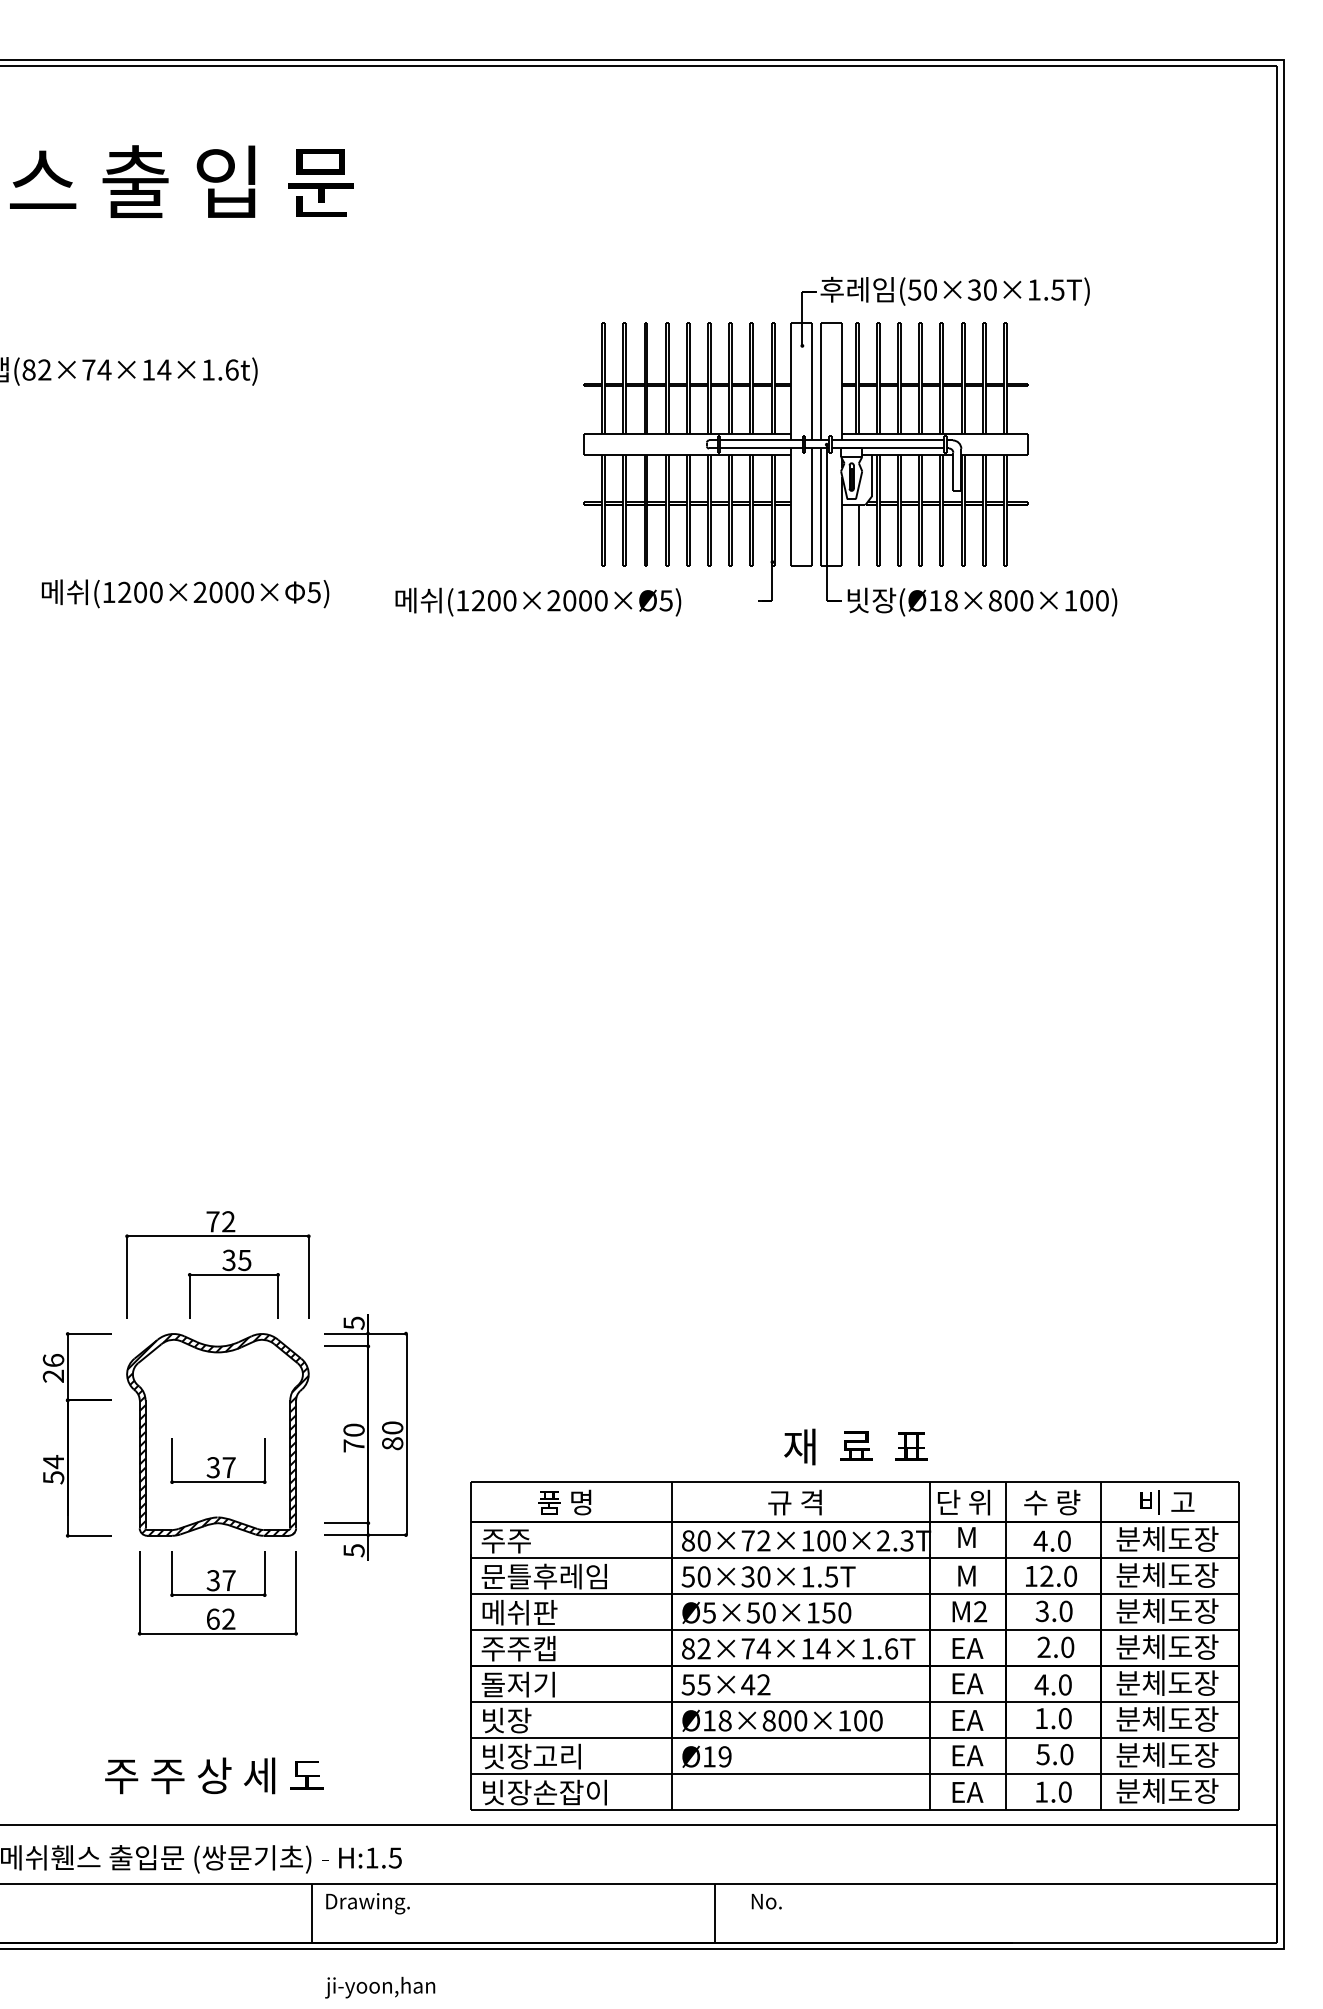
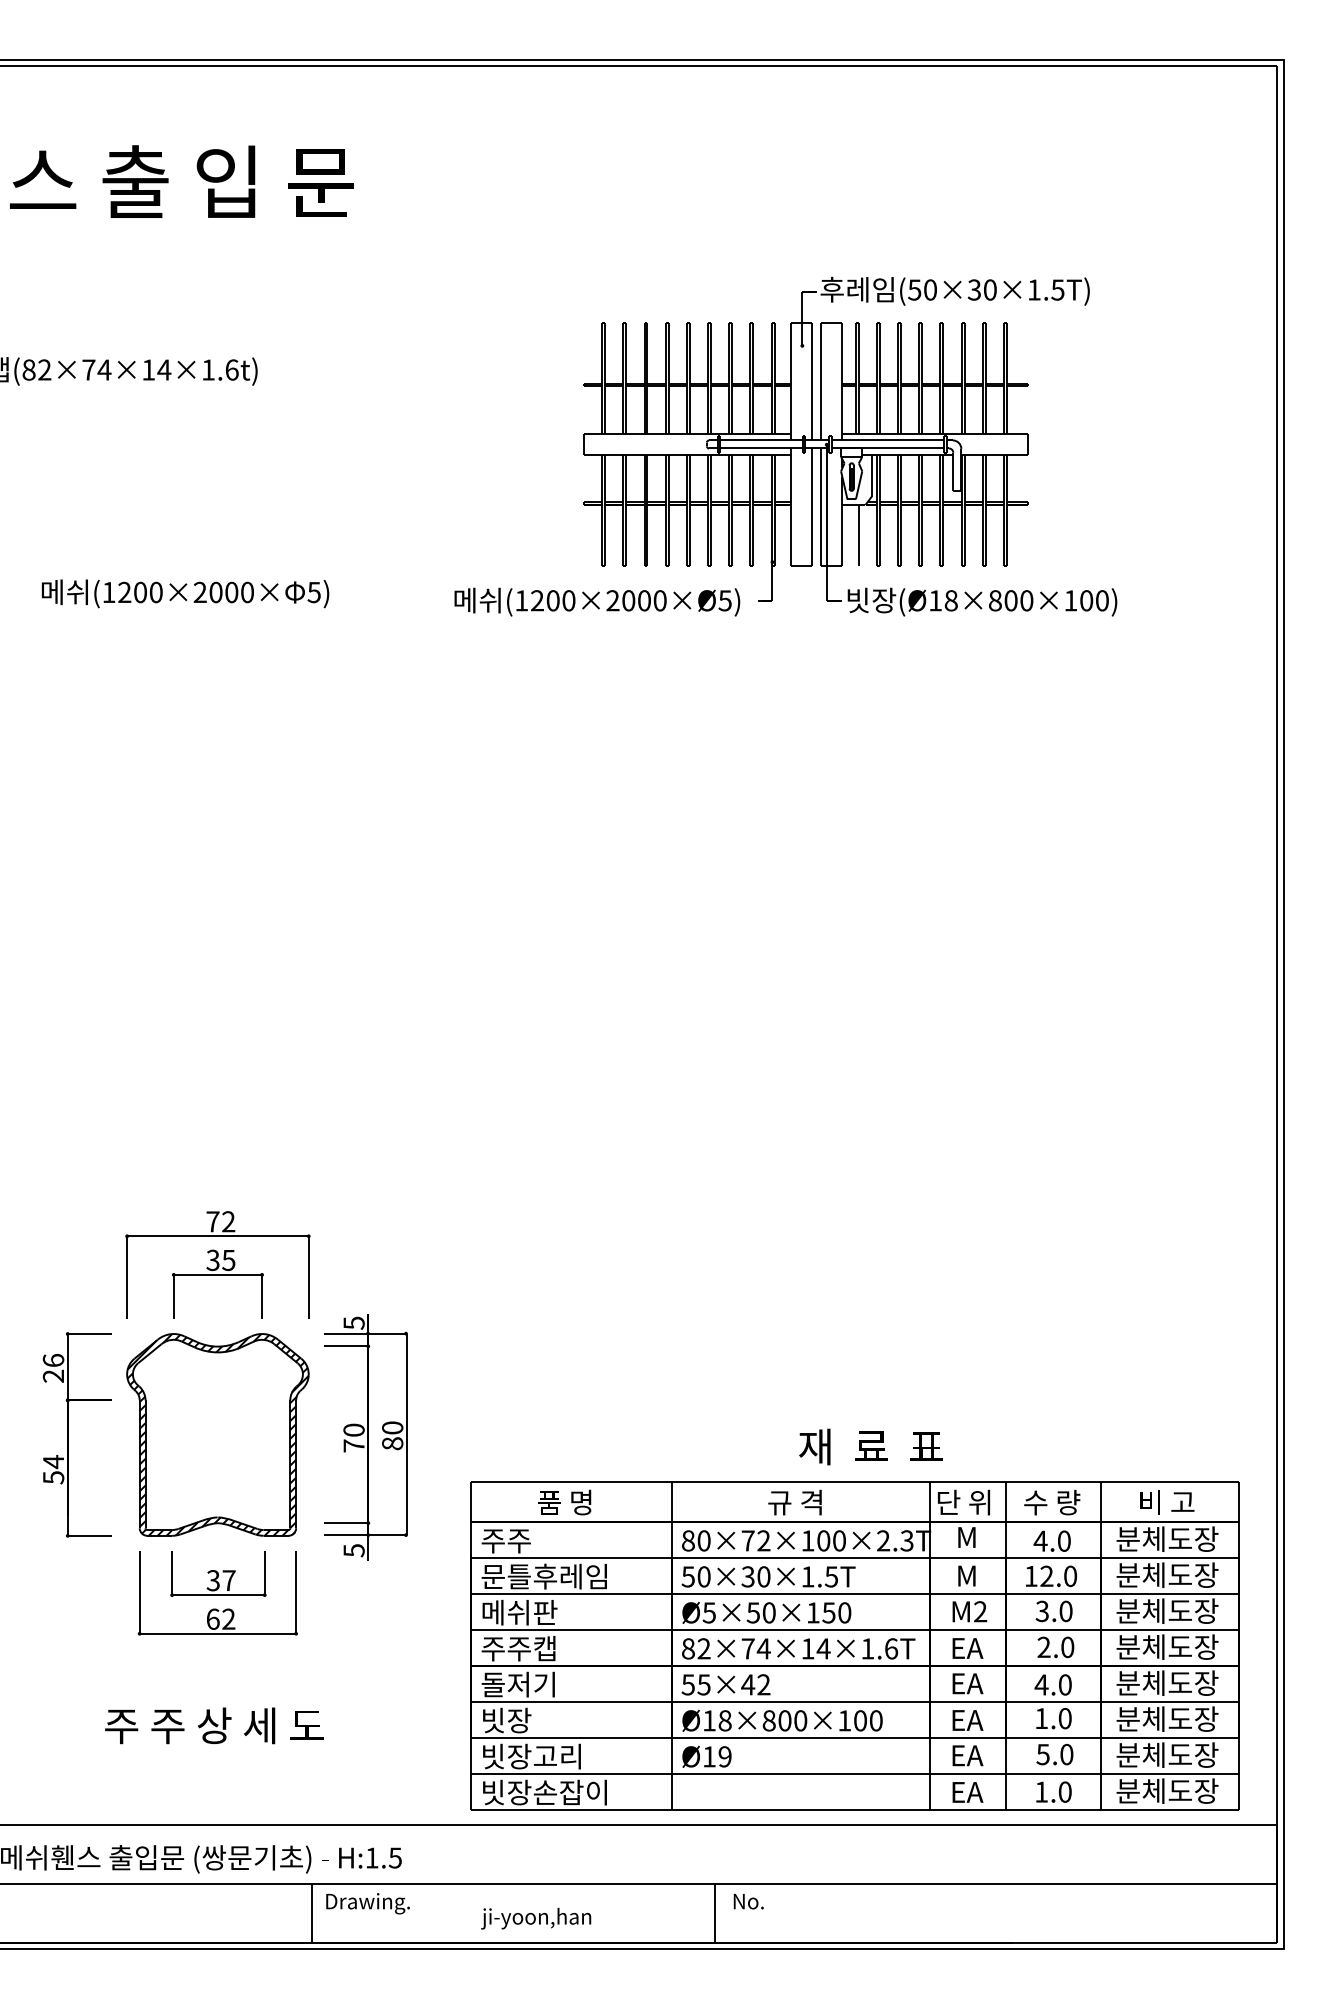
text at (538, 601) position: (538, 601) -> (597, 601)
part at (233, 1275) position: (233, 1275) -> (217, 1275)
text at (855, 1446) position: (855, 1446) -> (870, 1446)
part at (218, 1460): present -> none
text at (214, 1775) position: (214, 1775) -> (214, 1725)
text at (766, 1901) position: (766, 1901) -> (748, 1901)
text at (380, 1987) position: (380, 1987) -> (536, 1918)
